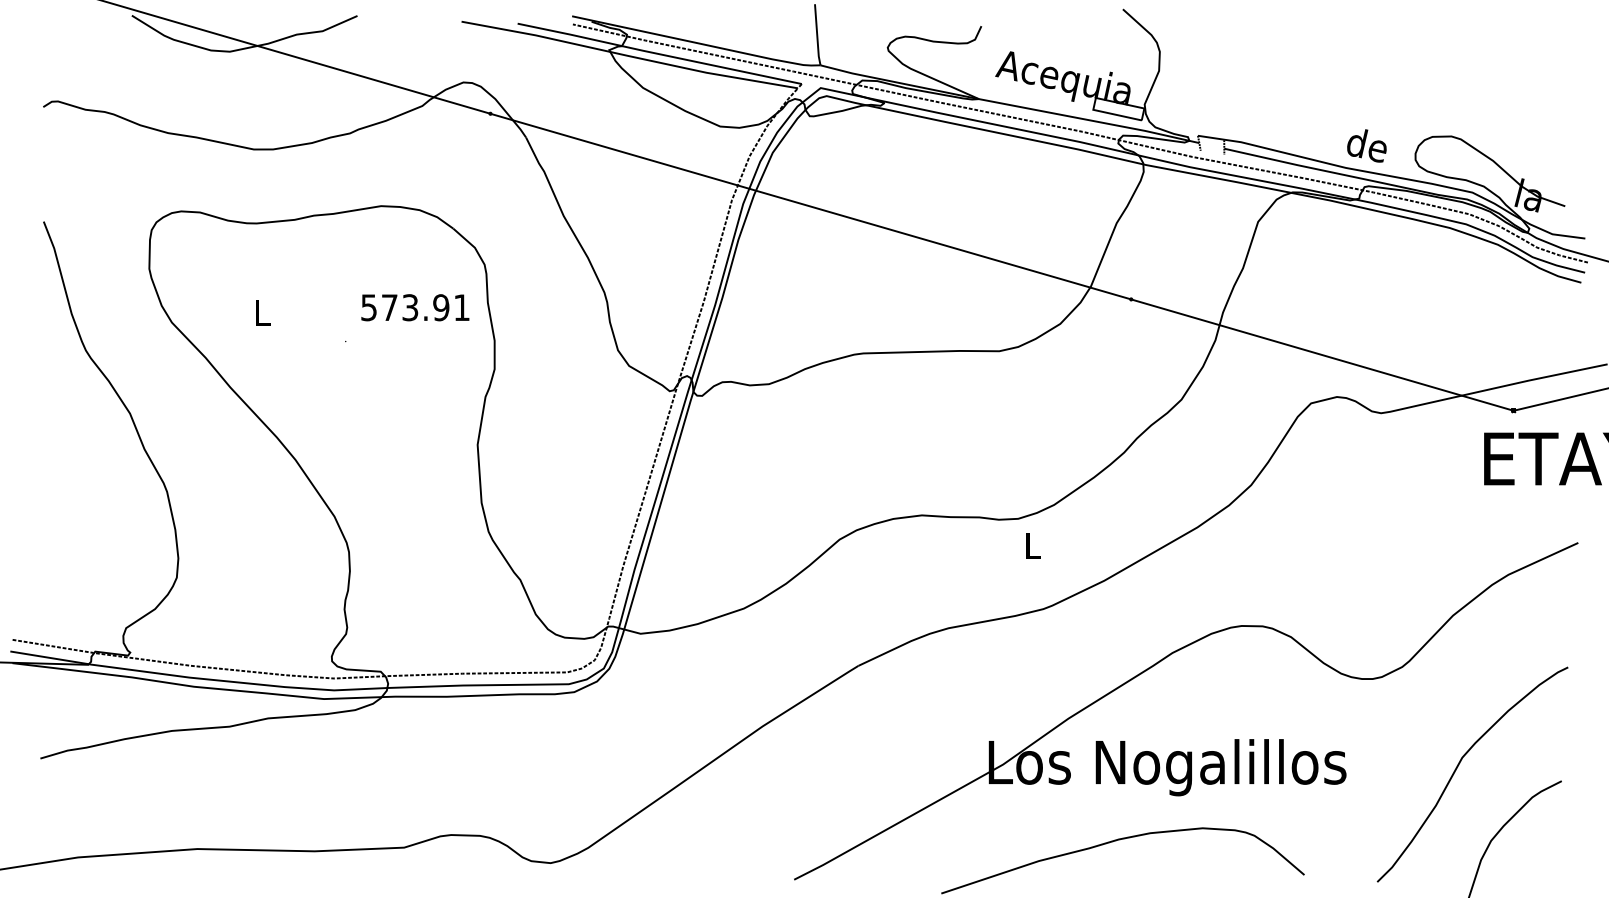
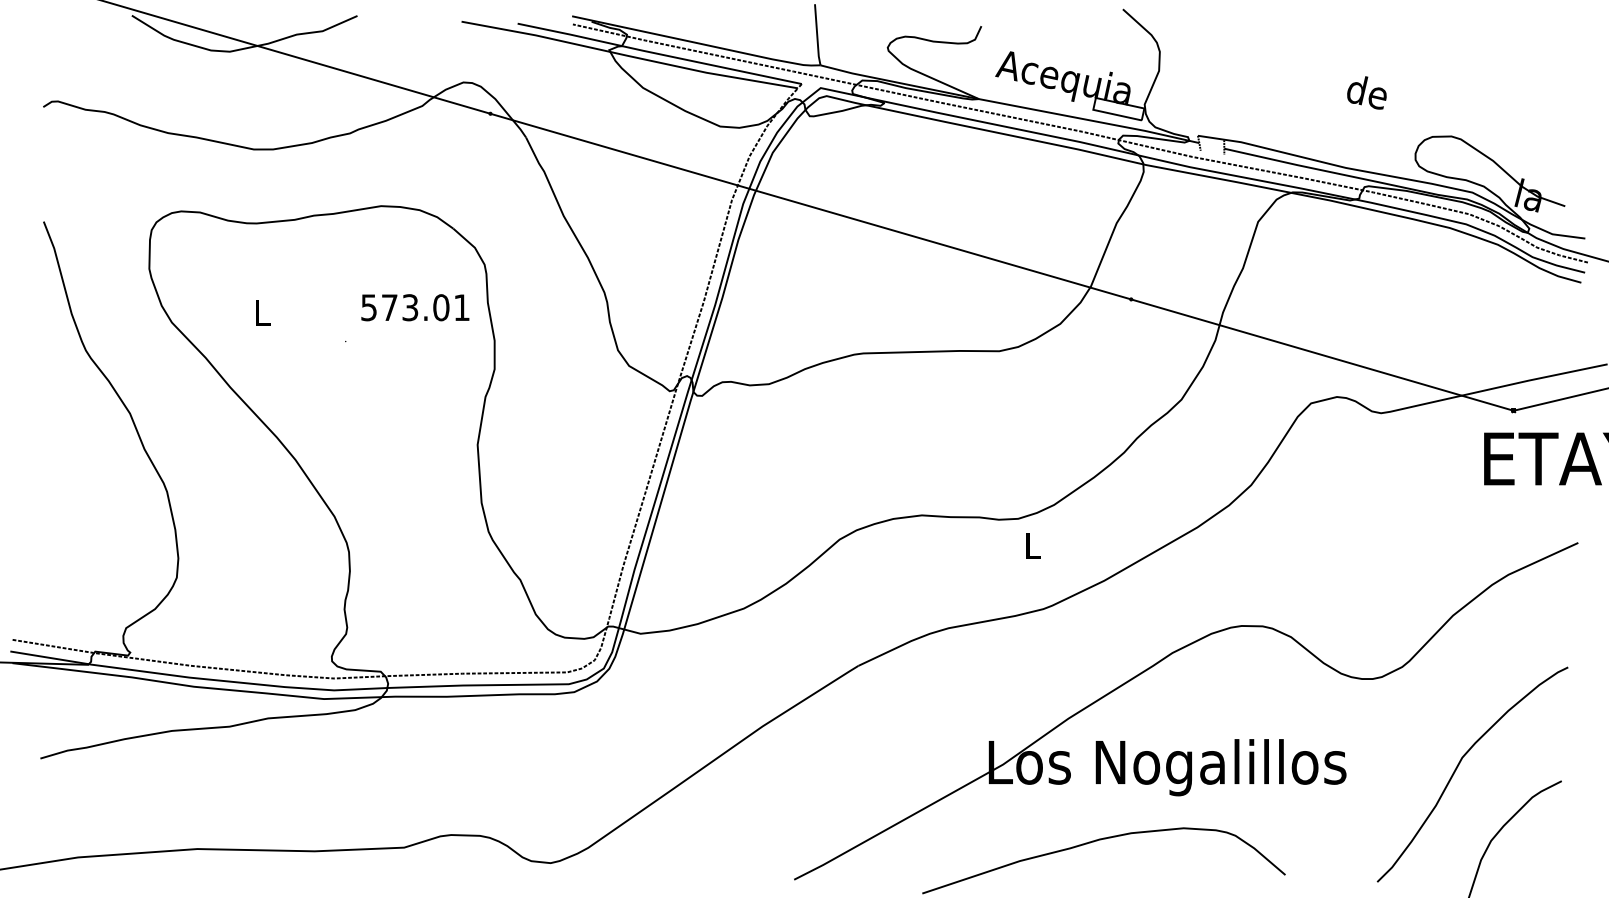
text at (1366, 145) position: (1366, 145) -> (1366, 92)
text at (441, 307): 573.91 -> 573.01
curve at (1116, 841) position: (1116, 841) -> (1097, 841)
